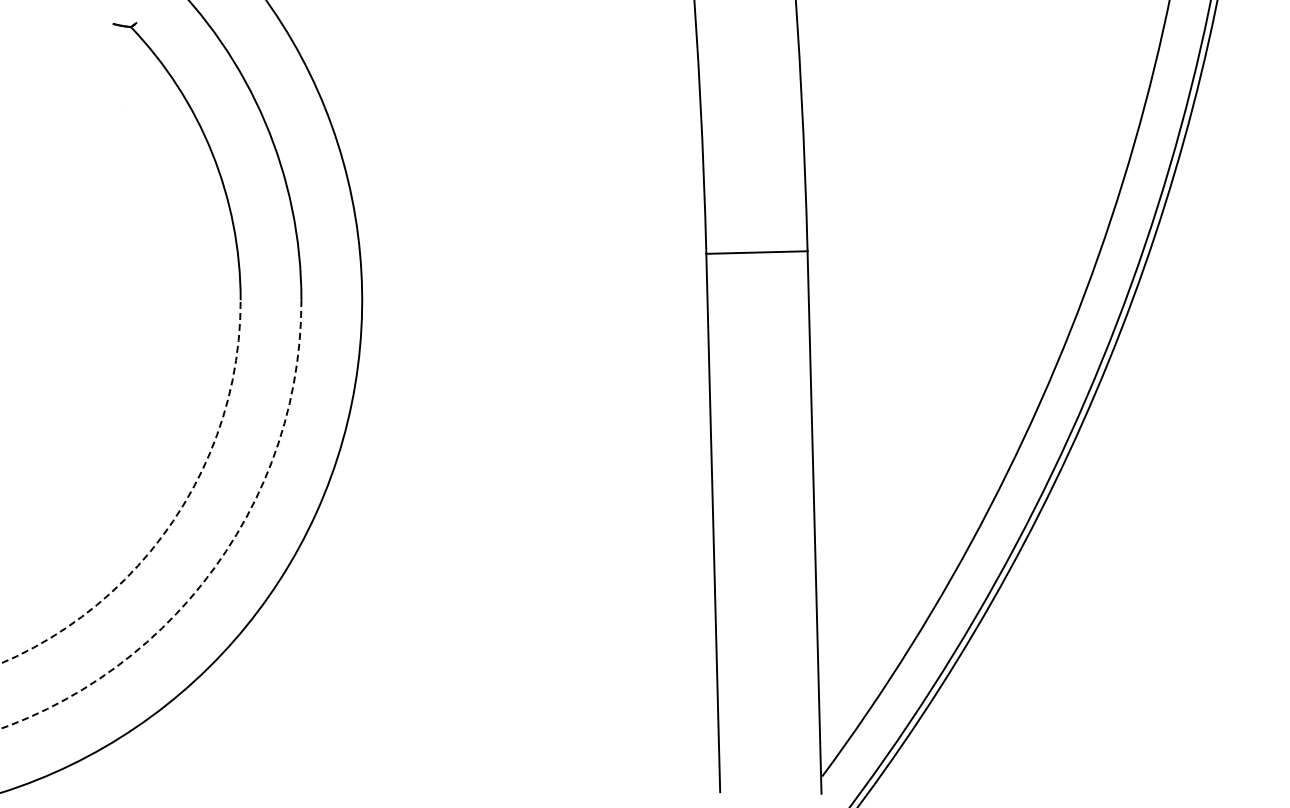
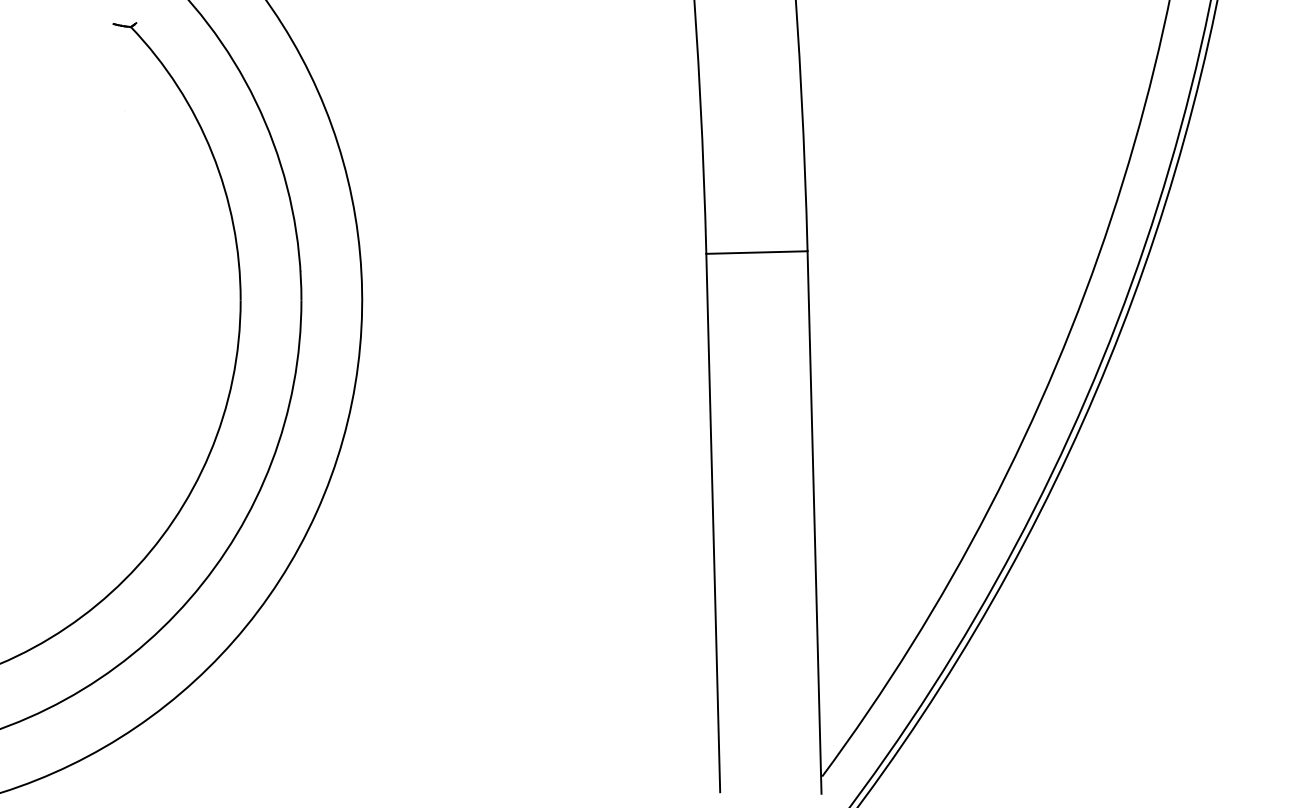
arc at (175, 517): dashed -> solid
arc at (218, 562): dashed -> solid
